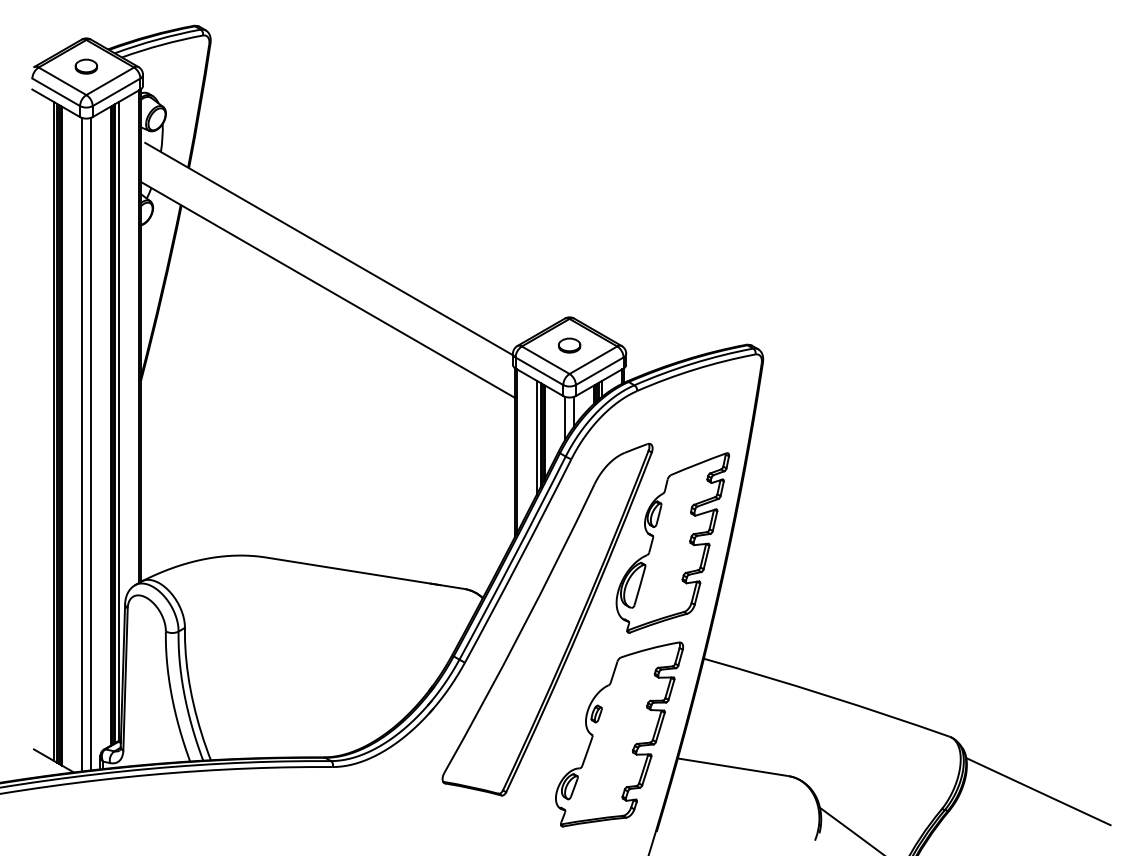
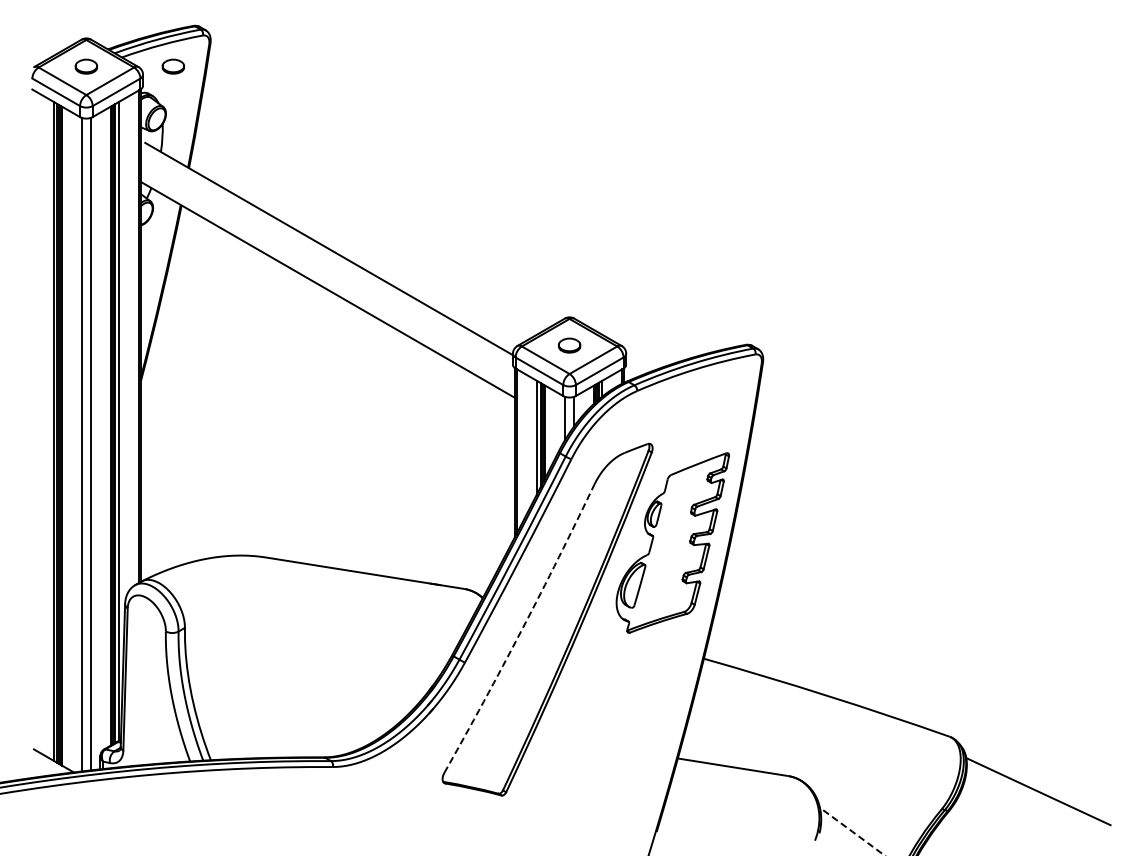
part at (172, 66): none -> present
arc at (521, 629): solid -> dashed
part at (619, 734): present -> none
arc at (852, 832): solid -> dashed
